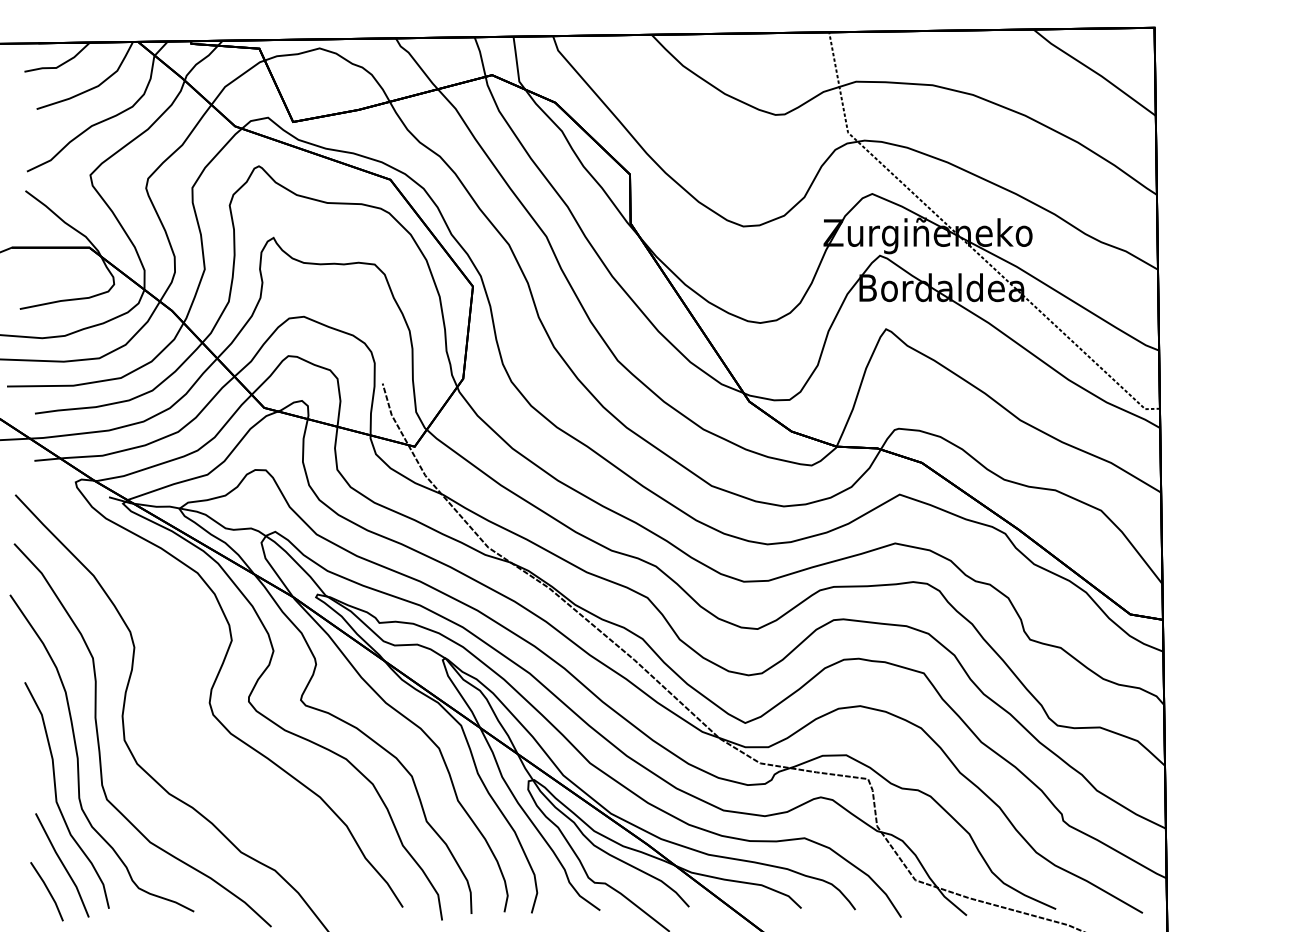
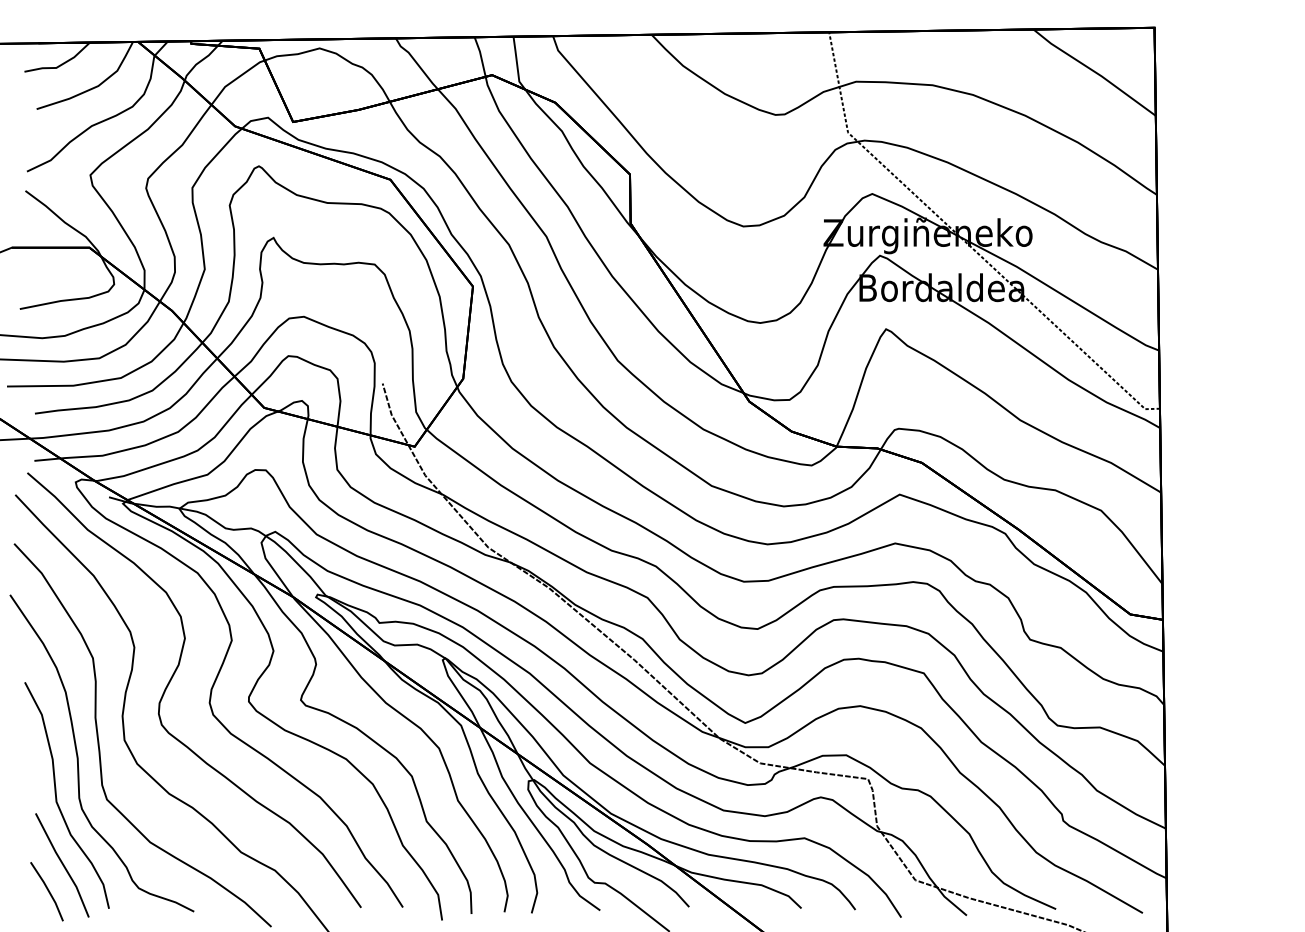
curve at (172, 678): none -> present
